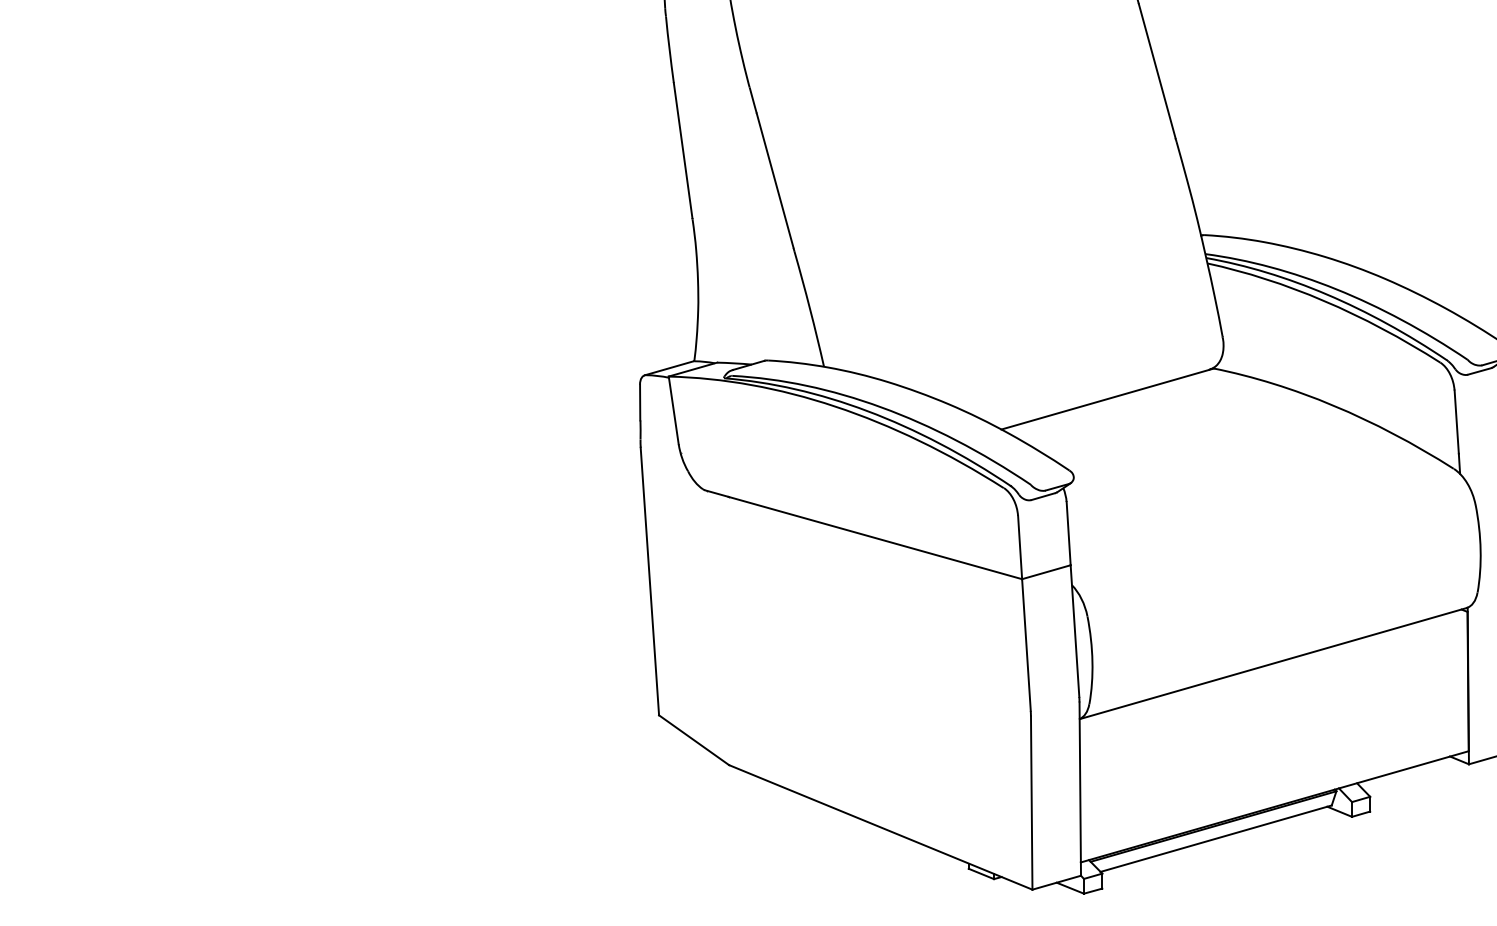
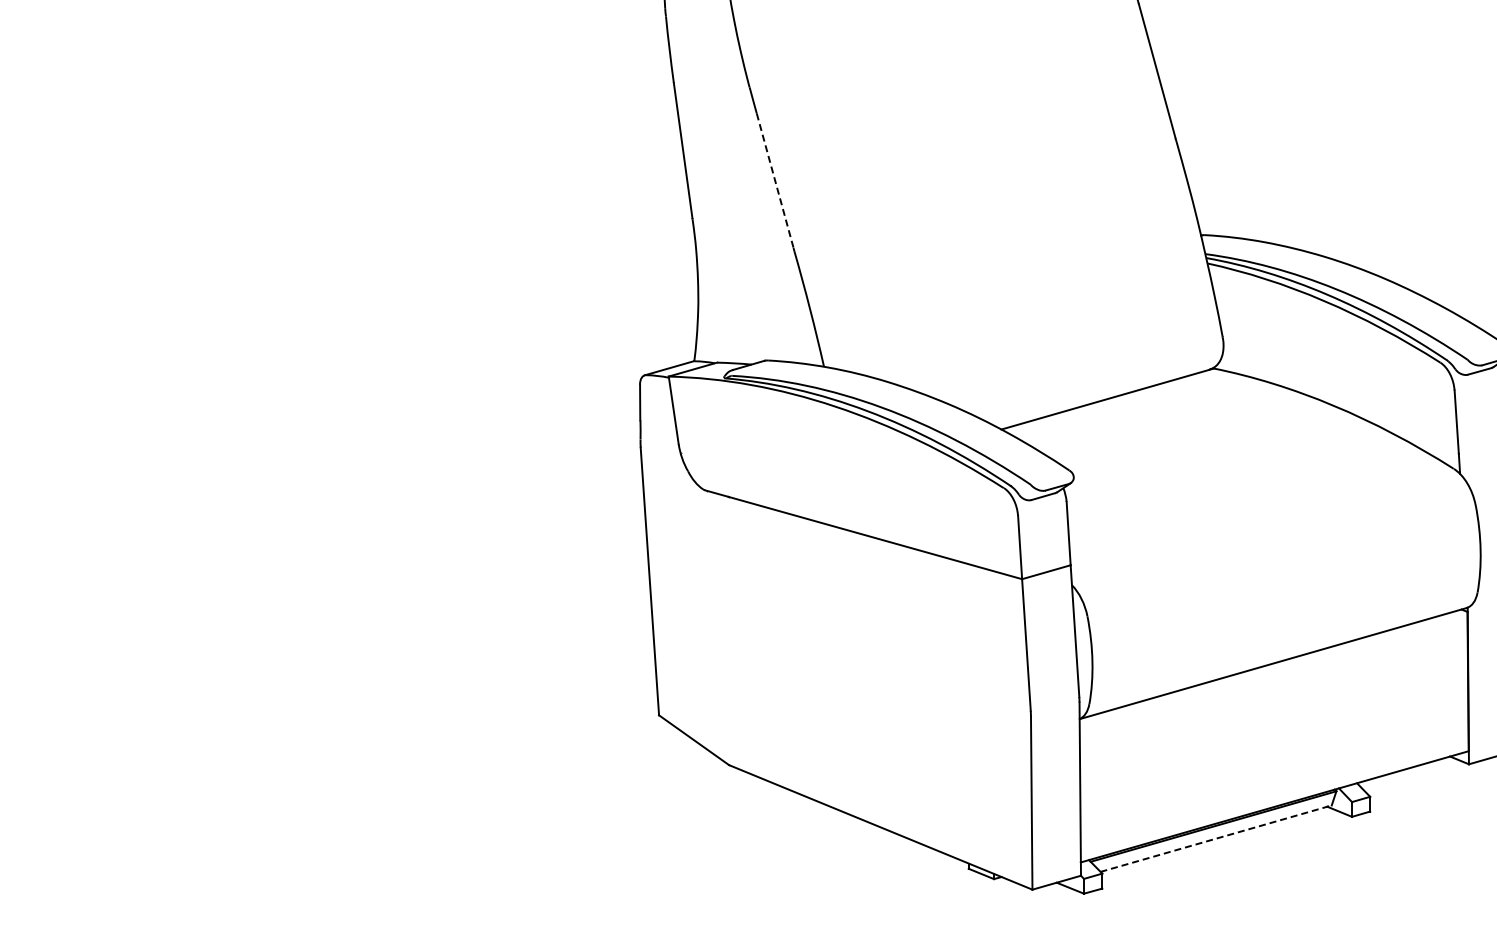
line at (775, 180): solid -> dashed
line at (1216, 838): solid -> dashed
